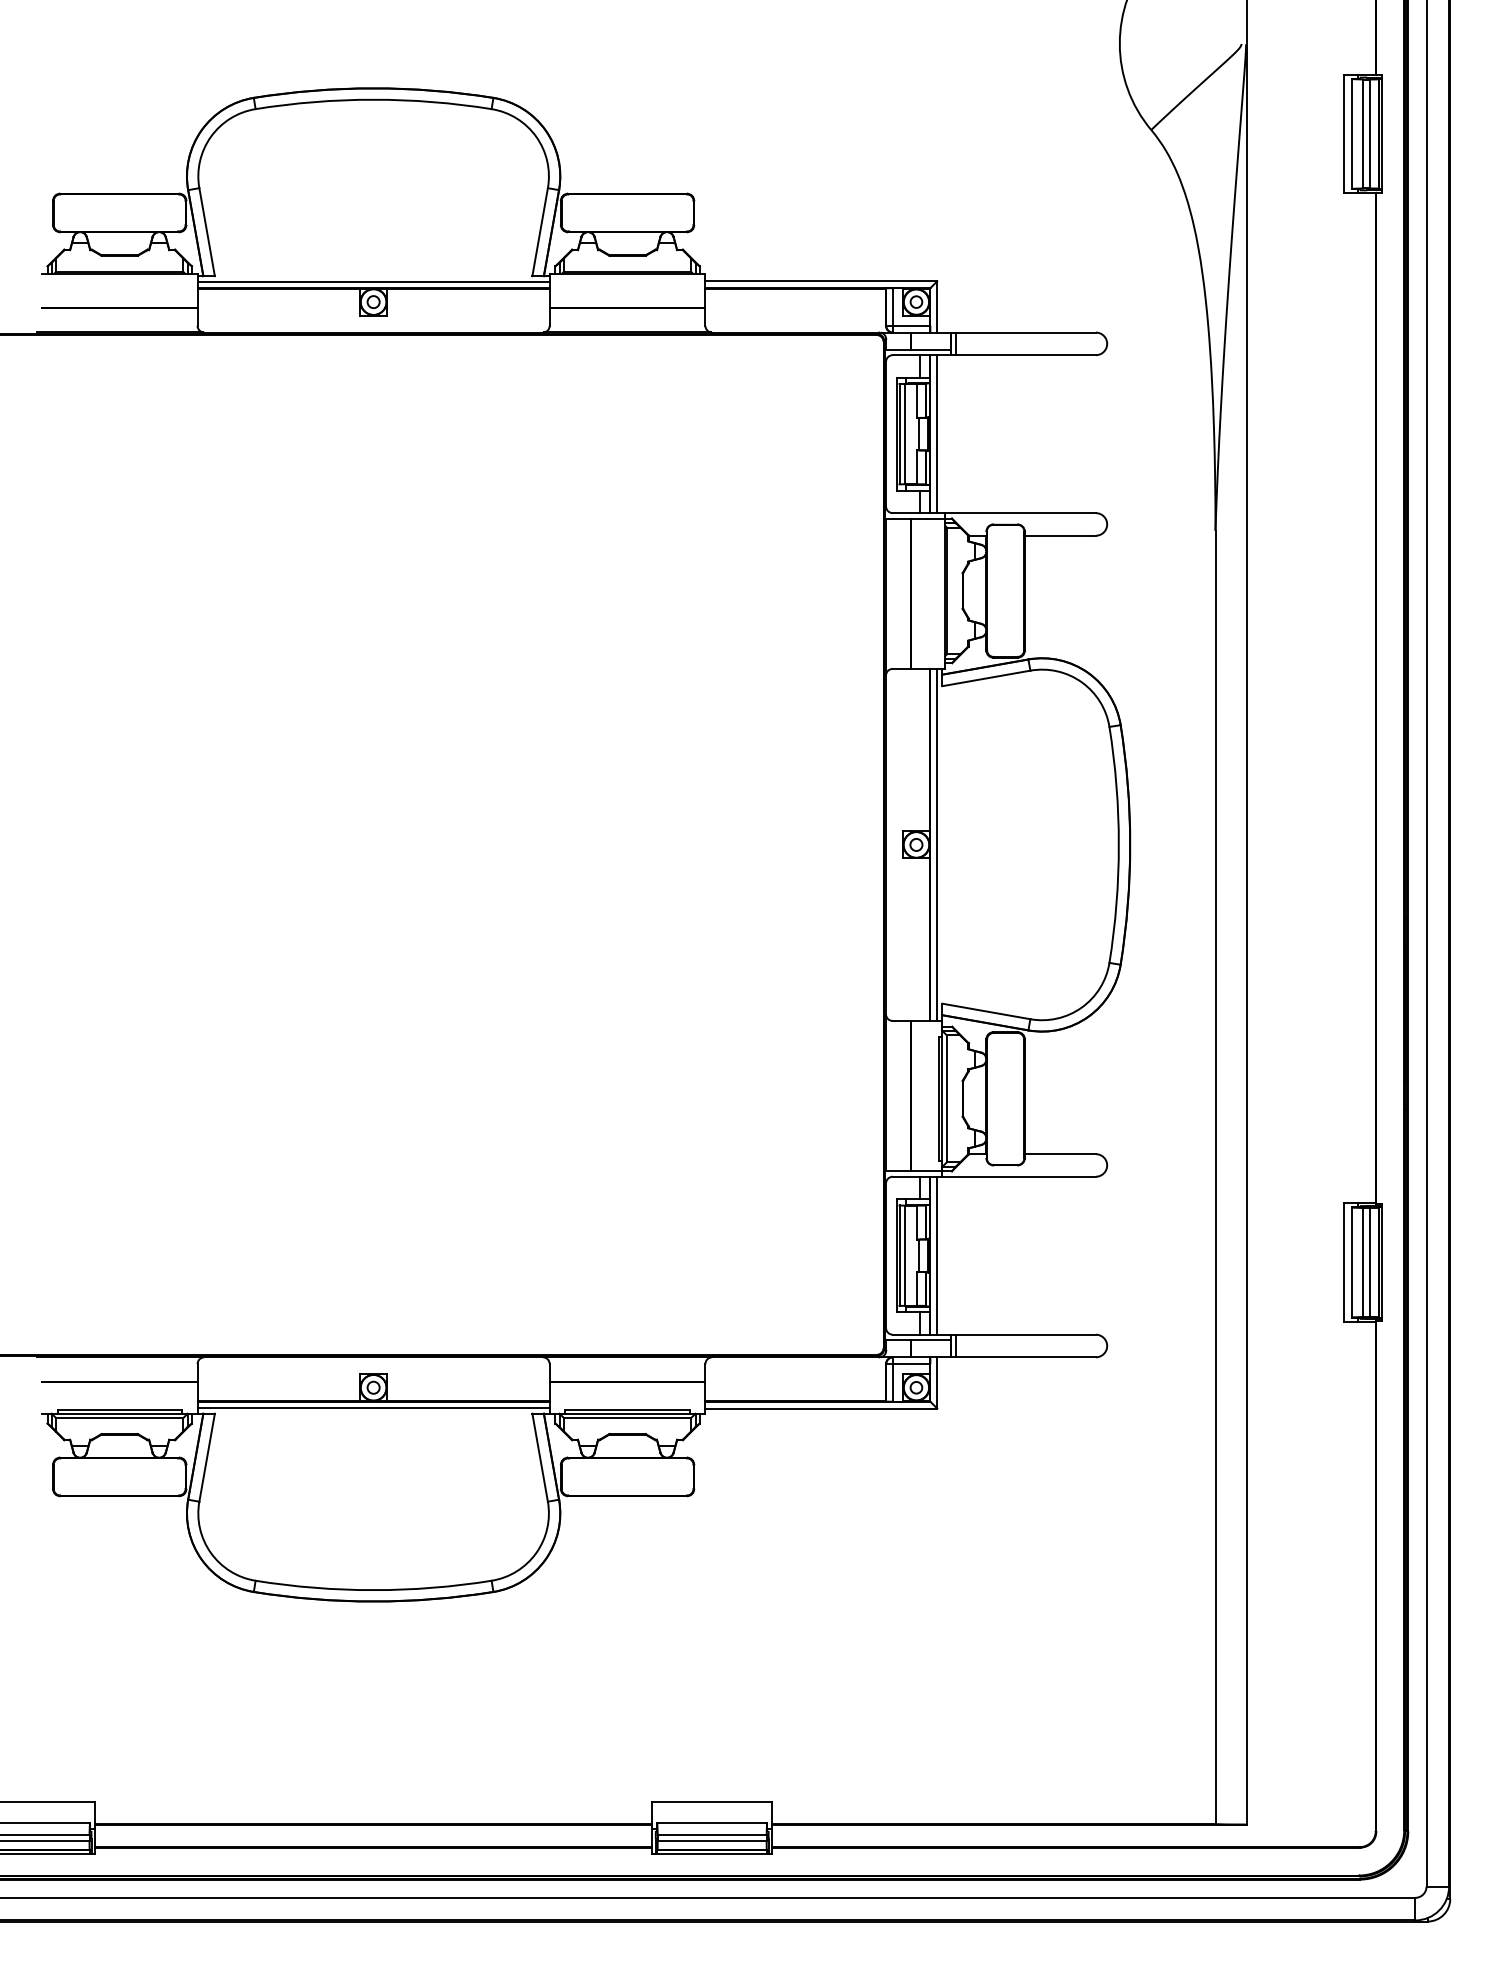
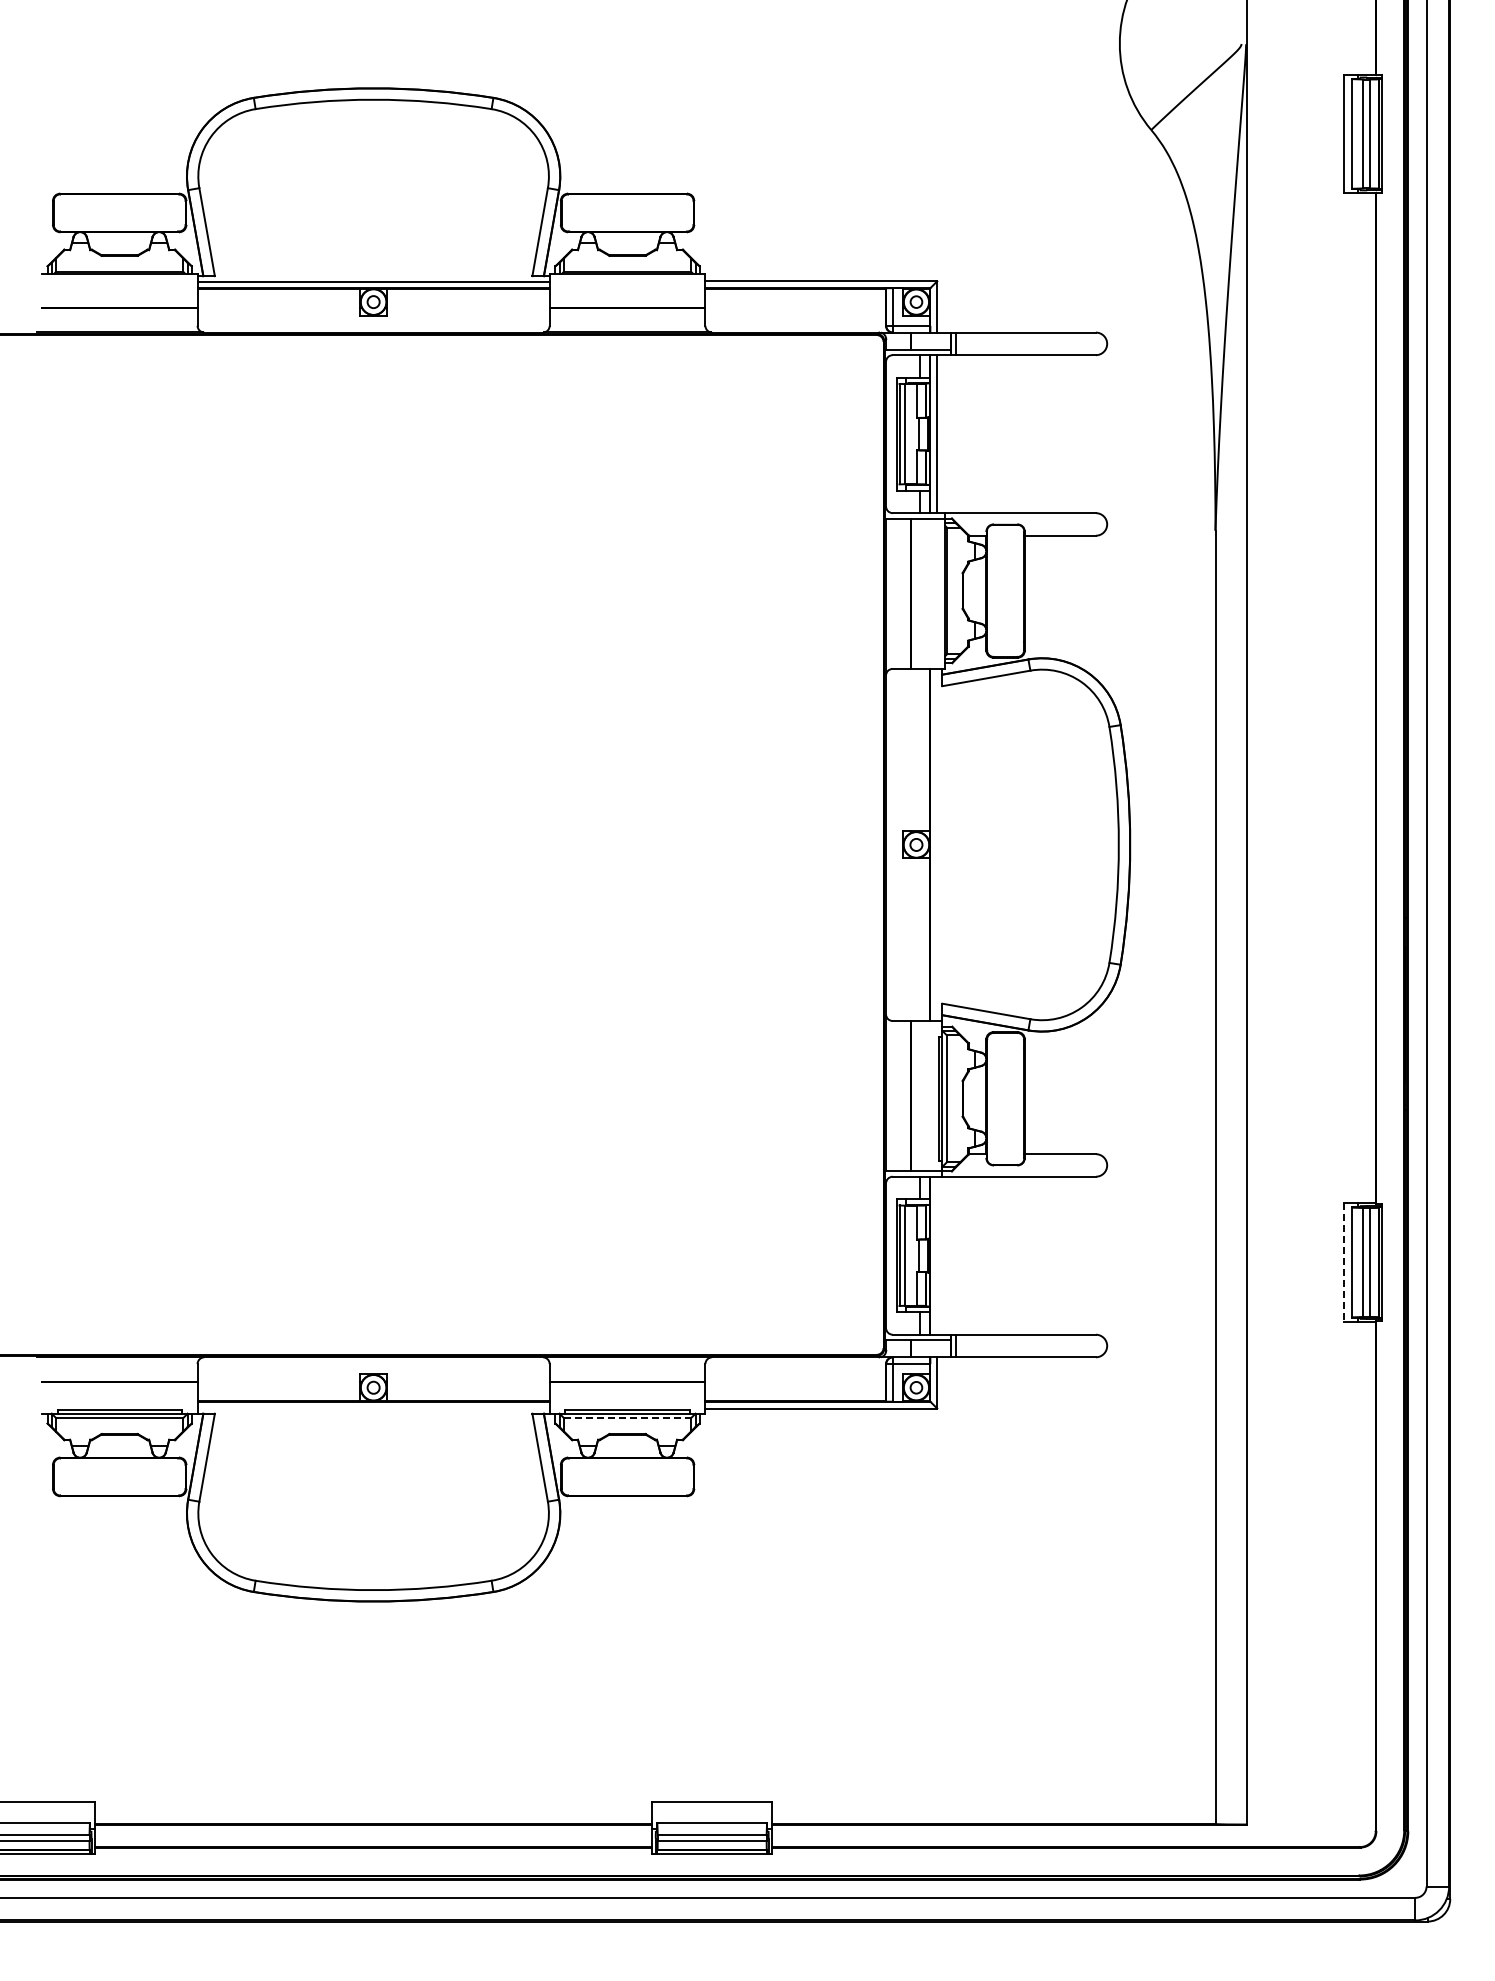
line at (937, 844): present -> none
line at (937, 1255): present -> none
line at (1344, 1263): solid -> dashed
line at (373, 1408): present -> none
line at (628, 1418): solid -> dashed
